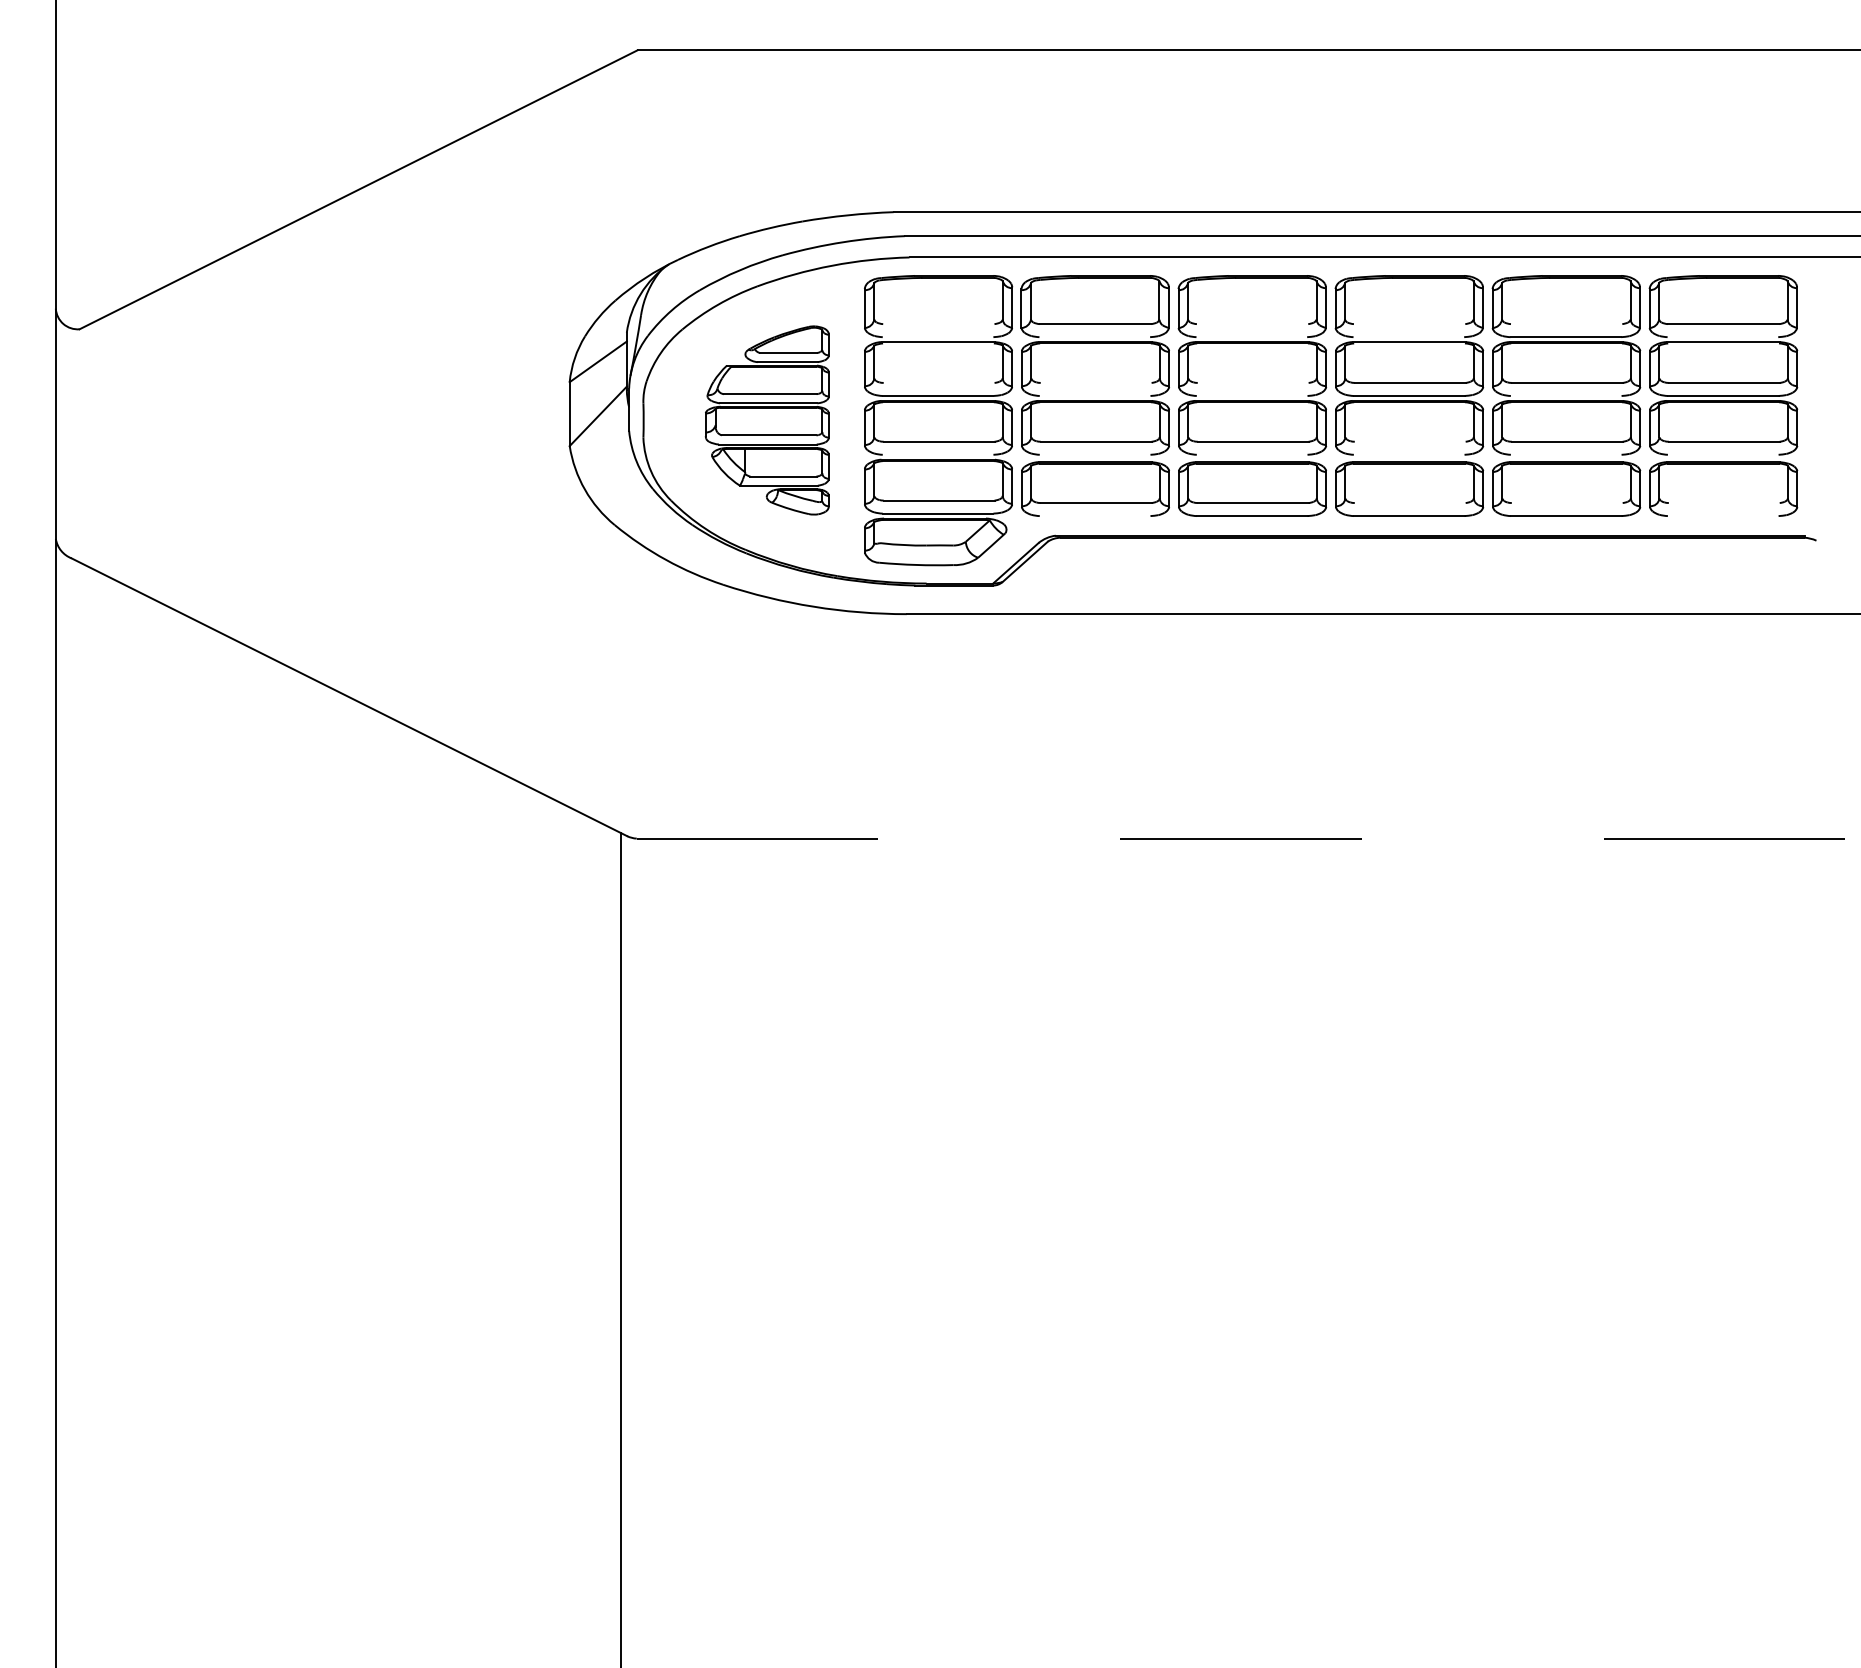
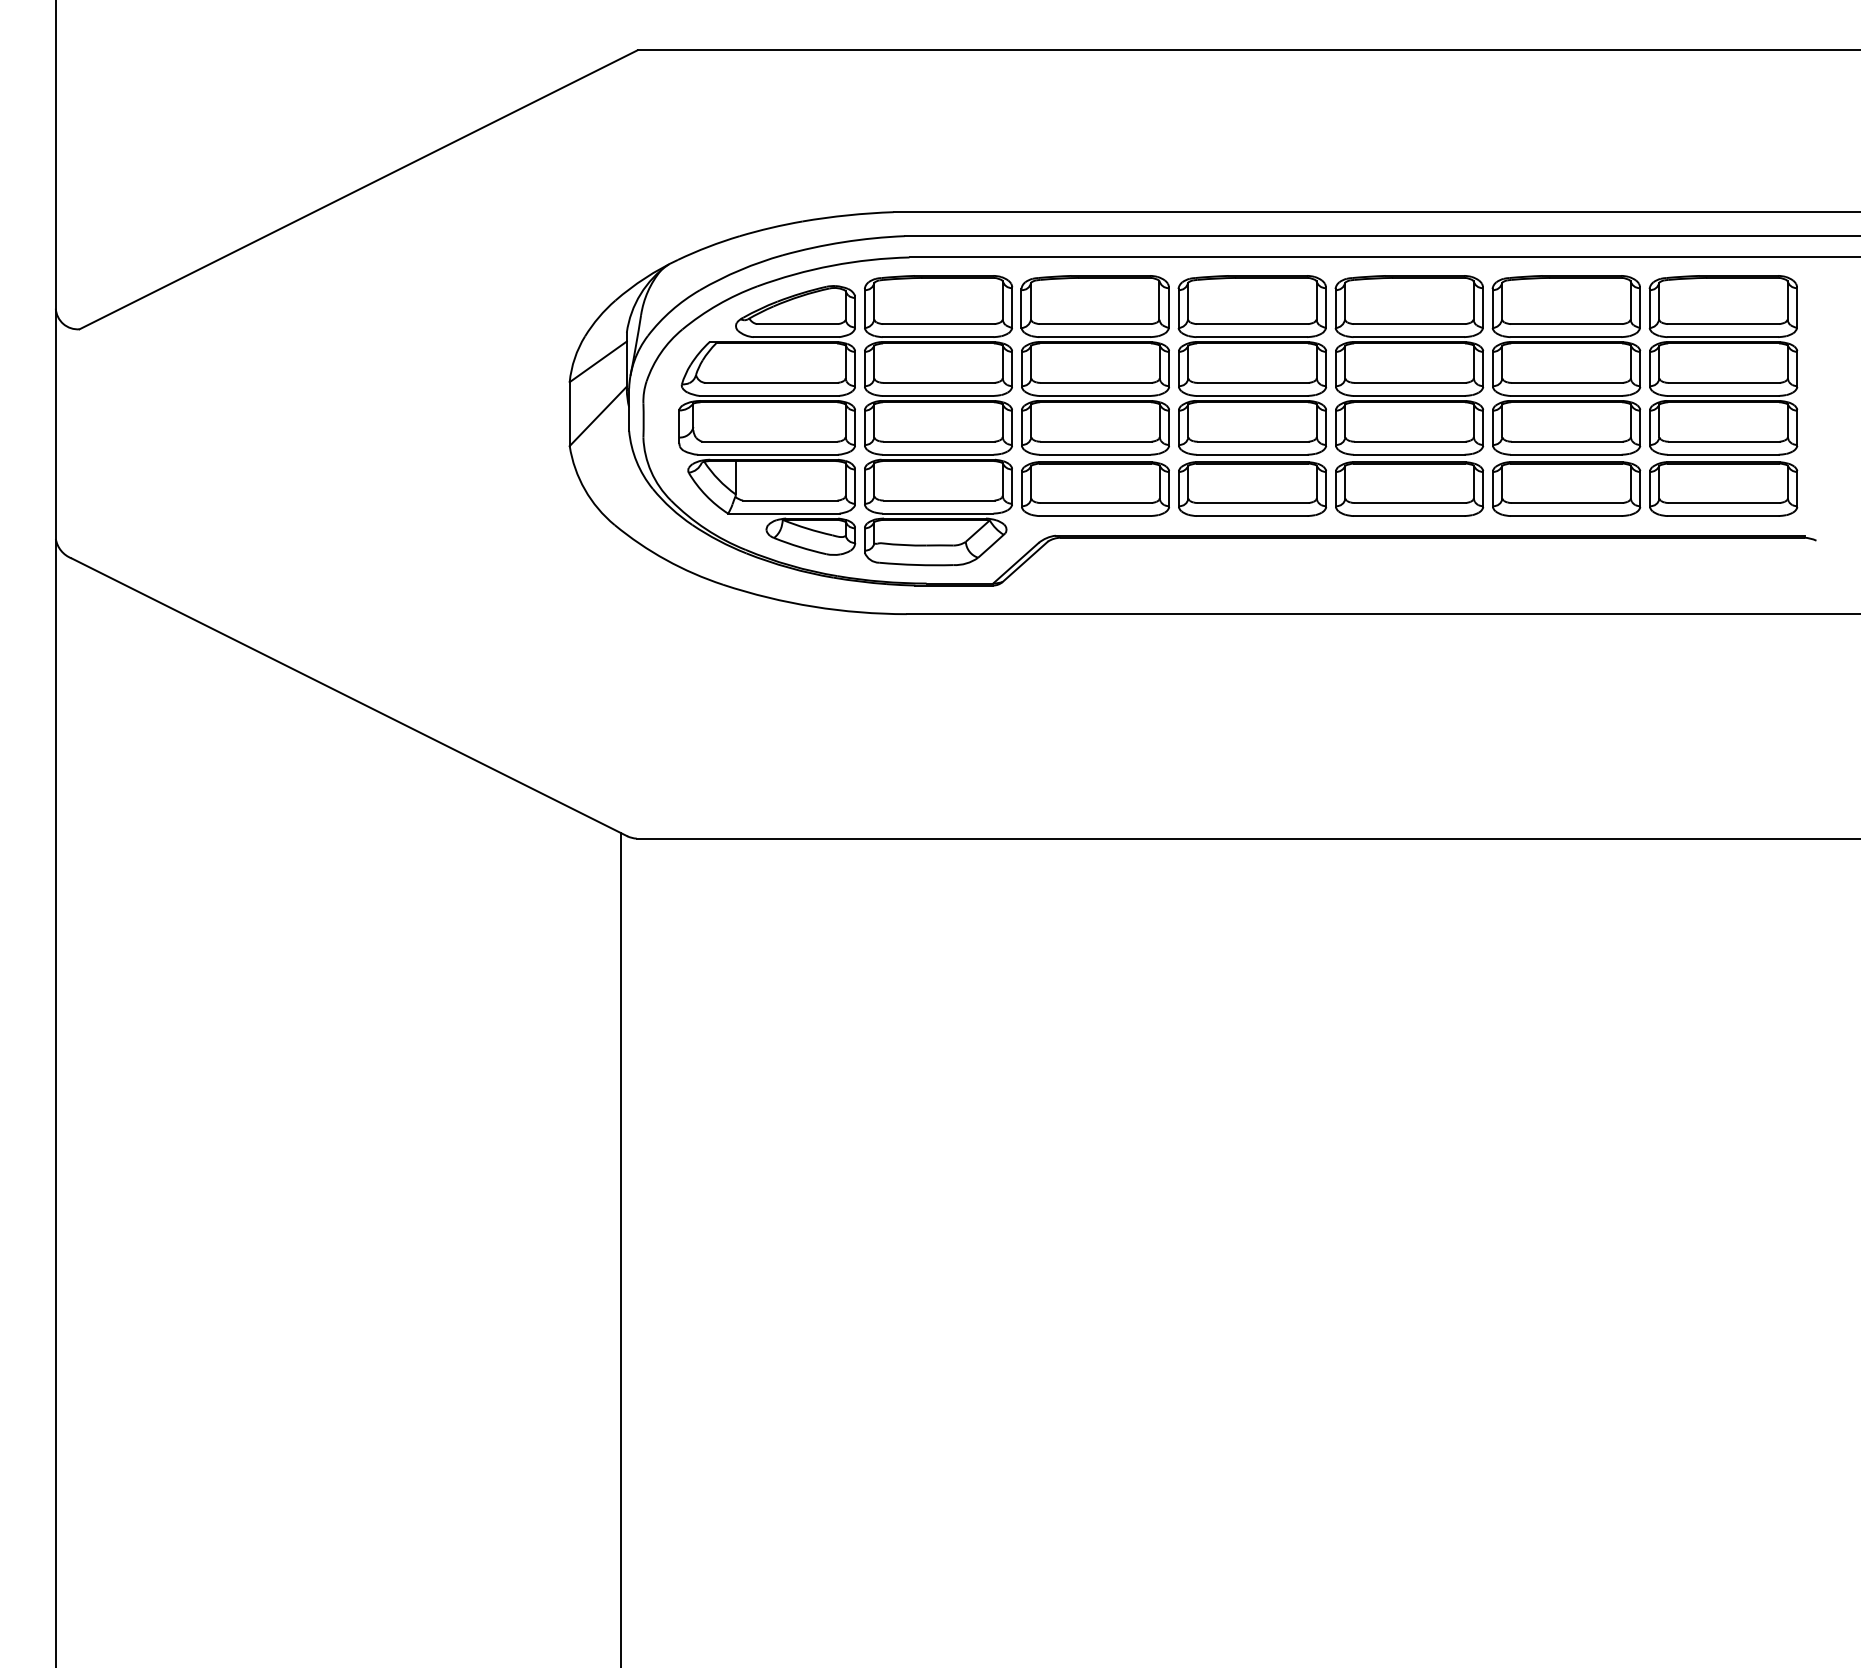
line at (938, 324): none -> present
line at (1252, 324): none -> present
line at (1409, 324): none -> present
line at (1566, 324): none -> present
line at (937, 337): none -> present
line at (1094, 337): none -> present
line at (1251, 337): none -> present
line at (1408, 337): none -> present
line at (1722, 337): none -> present
line at (938, 343): none -> present
line at (1409, 343): none -> present
line at (1723, 343): none -> present
line at (938, 382): none -> present
line at (1095, 382): none -> present
line at (1252, 382): none -> present
line at (1094, 396): none -> present
line at (1251, 396): none -> present
line at (1565, 396): none -> present
part at (766, 420) size: 126x191 px -> 179x271 px
line at (1409, 441): none -> present
line at (937, 454): none -> present
line at (1094, 454): none -> present
line at (1251, 454): none -> present
line at (1408, 454): none -> present
line at (1565, 454): none -> present
line at (1722, 454): none -> present
line at (1409, 503): none -> present
line at (1566, 503): none -> present
line at (1723, 503): none -> present
line at (1094, 516): none -> present
line at (1722, 516): none -> present
line at (1248, 838): dashed -> solid
